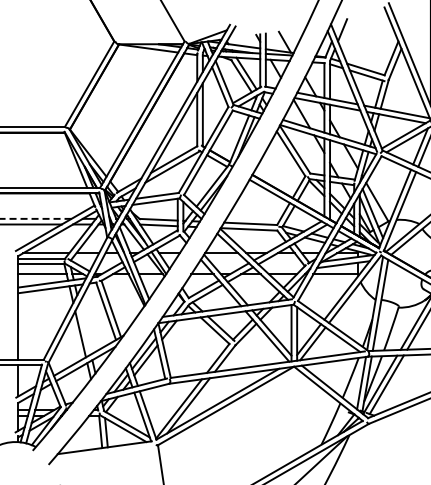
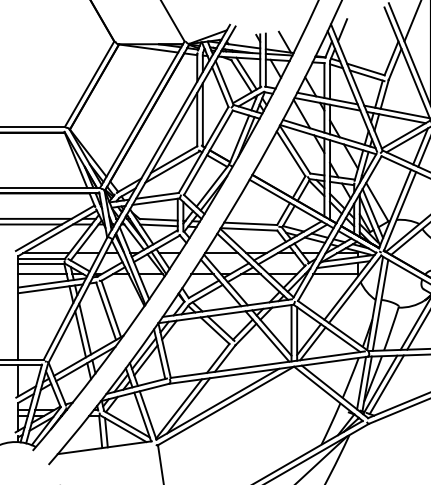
line at (412, 21): none -> present
line at (35, 218): dashed -> solid
line at (85, 328): none -> present
